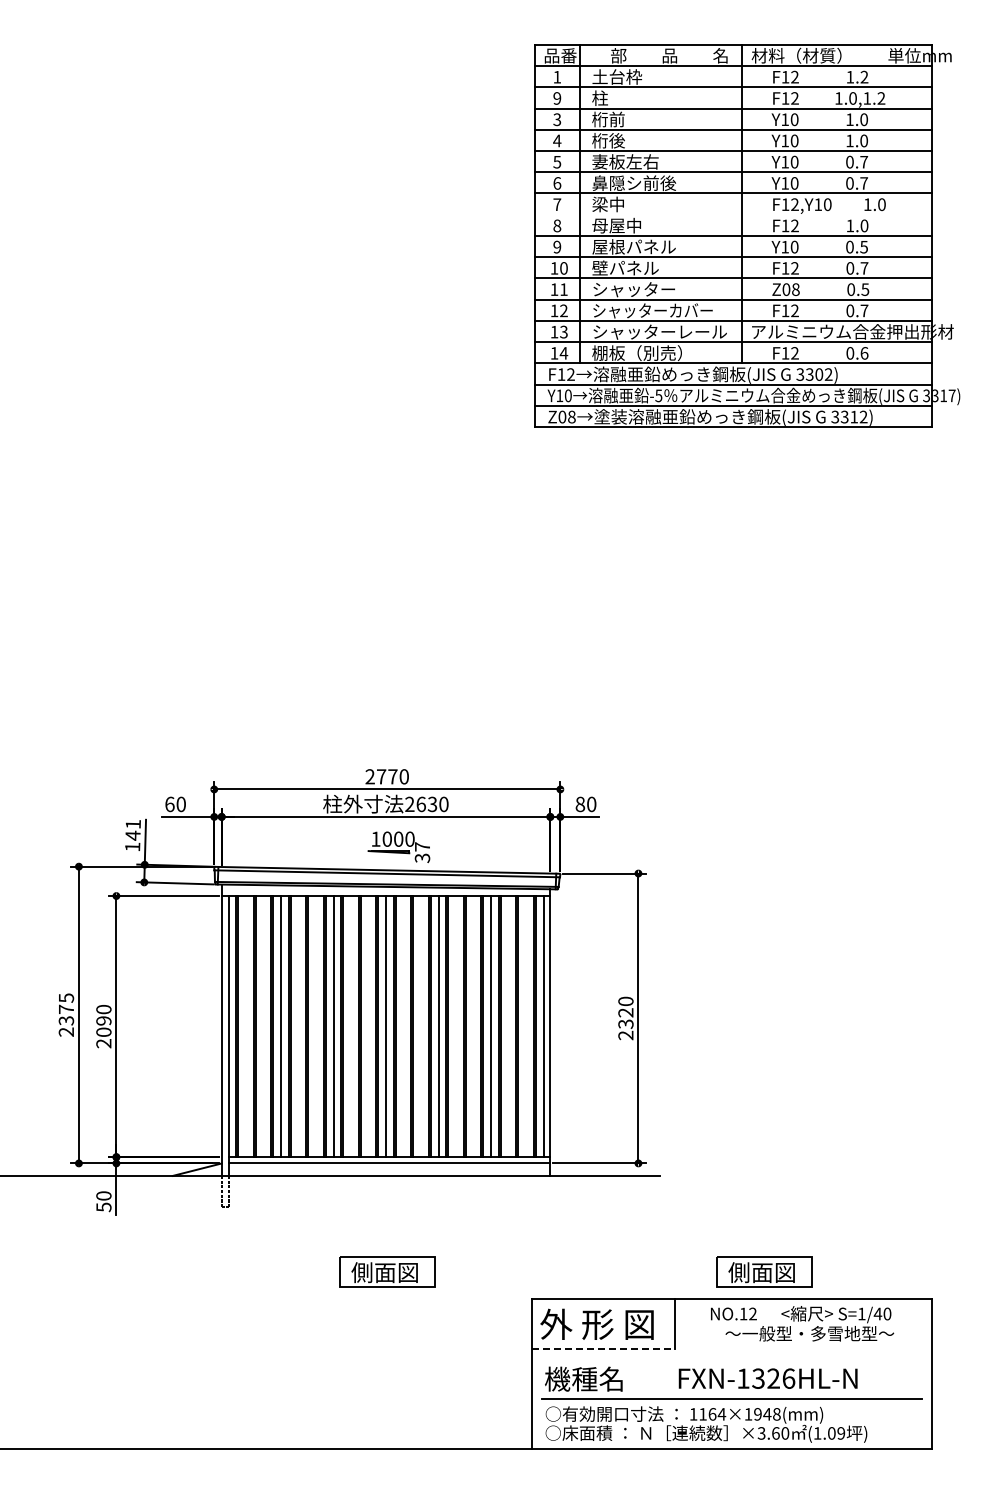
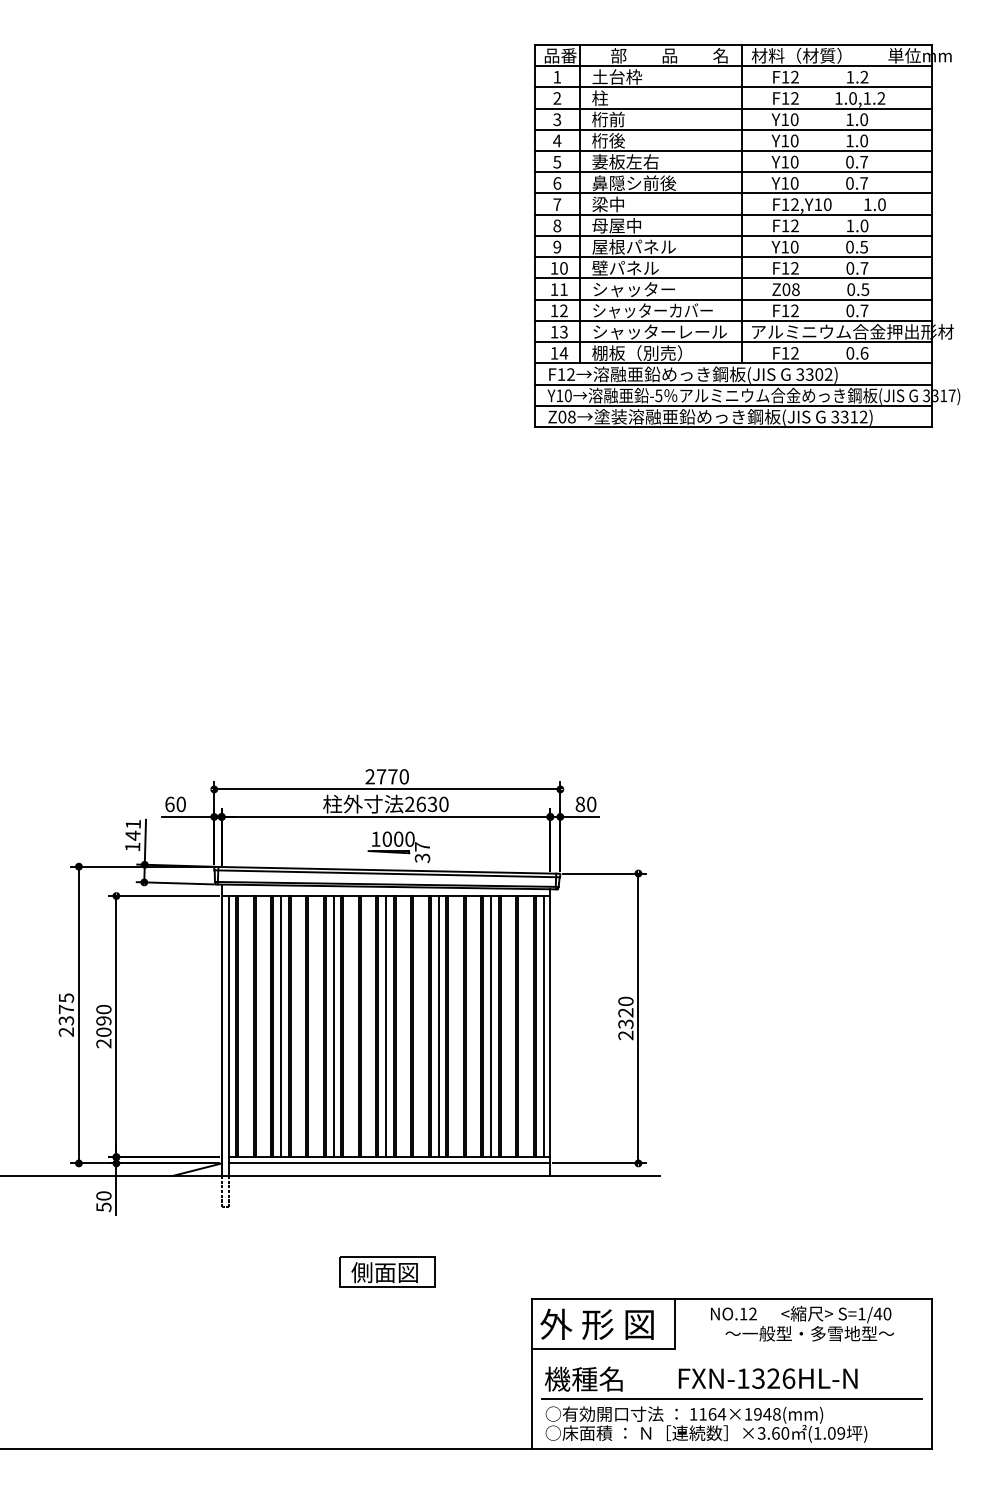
text at (557, 98): 9 -> 2
line at (732, 214): none -> present
part at (764, 1271): present -> none
line at (604, 1349): dashed -> solid
